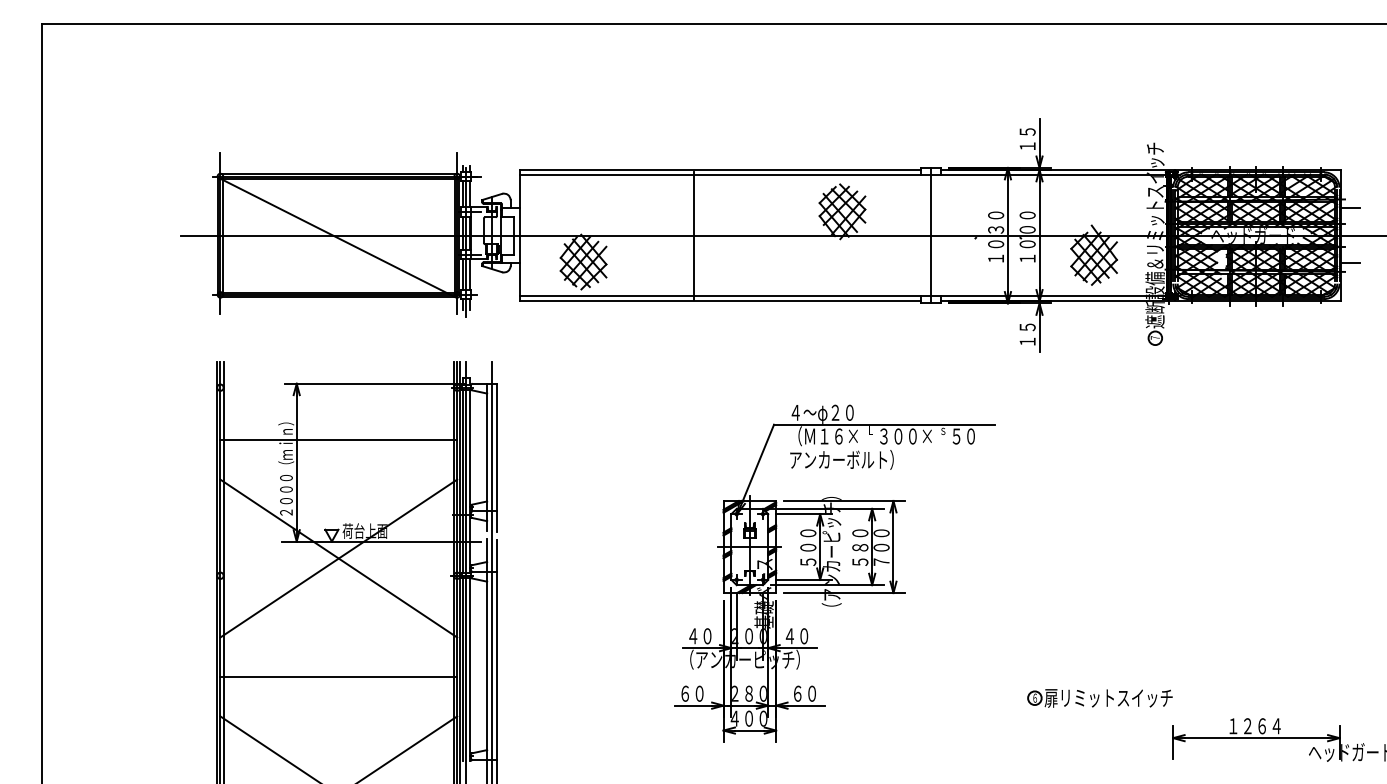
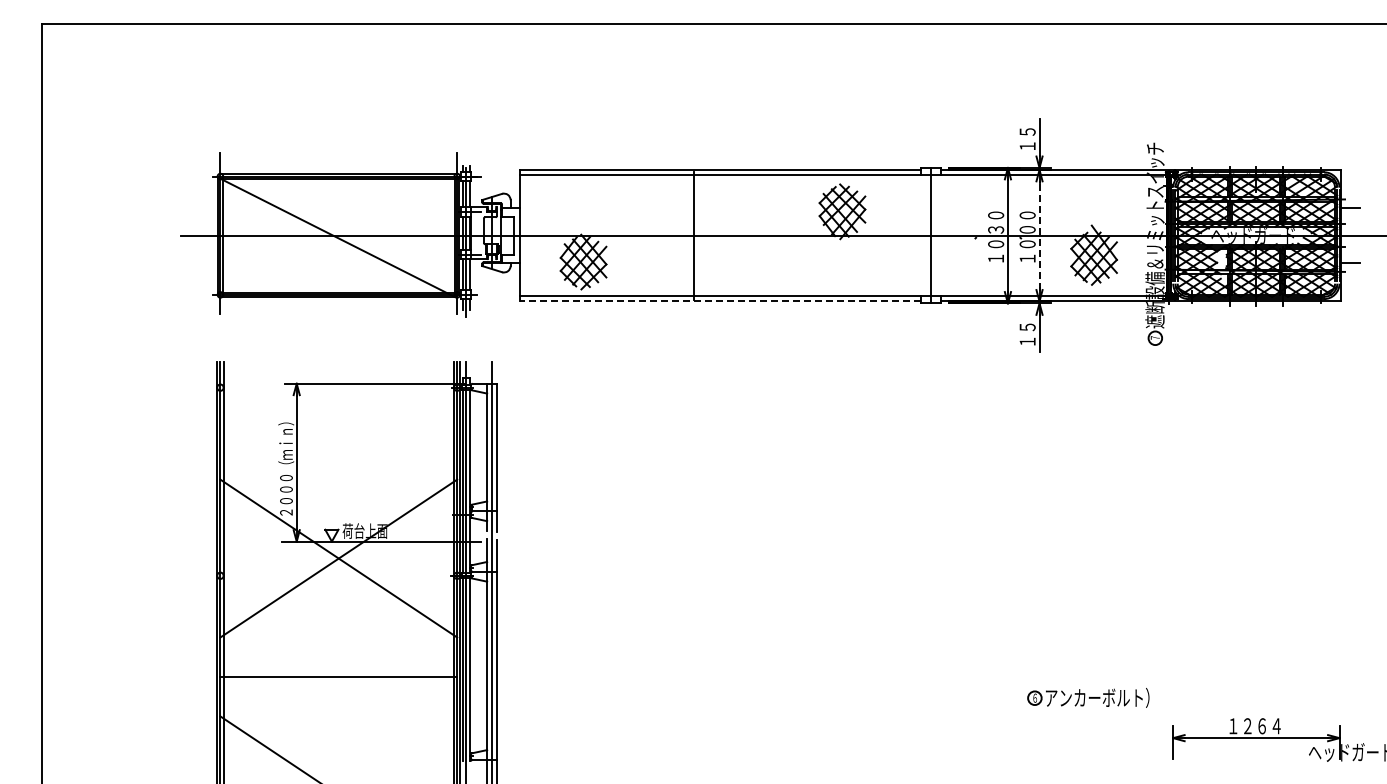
line at (1039, 235): solid -> dashed
line at (720, 301): solid -> dashed
line at (338, 440): present -> none
part at (834, 573): present -> none
text at (1108, 697): 扉リミットスイッチ -> アンカーボルト）
line at (408, 748): present -> none
